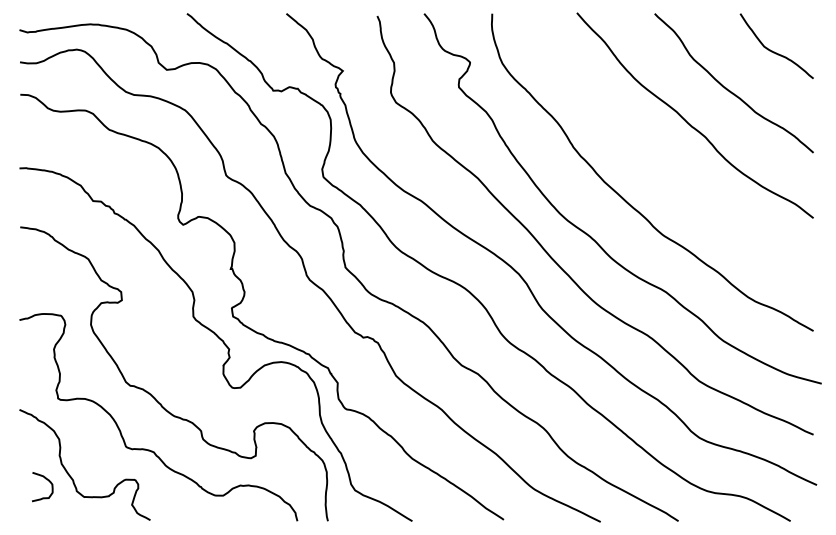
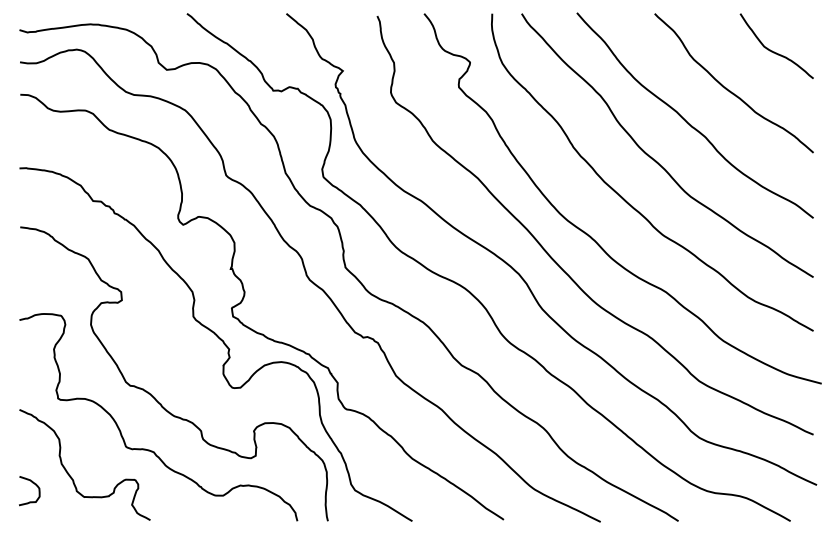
curve at (655, 159): none -> present
curve at (48, 481) position: (48, 481) -> (35, 485)
